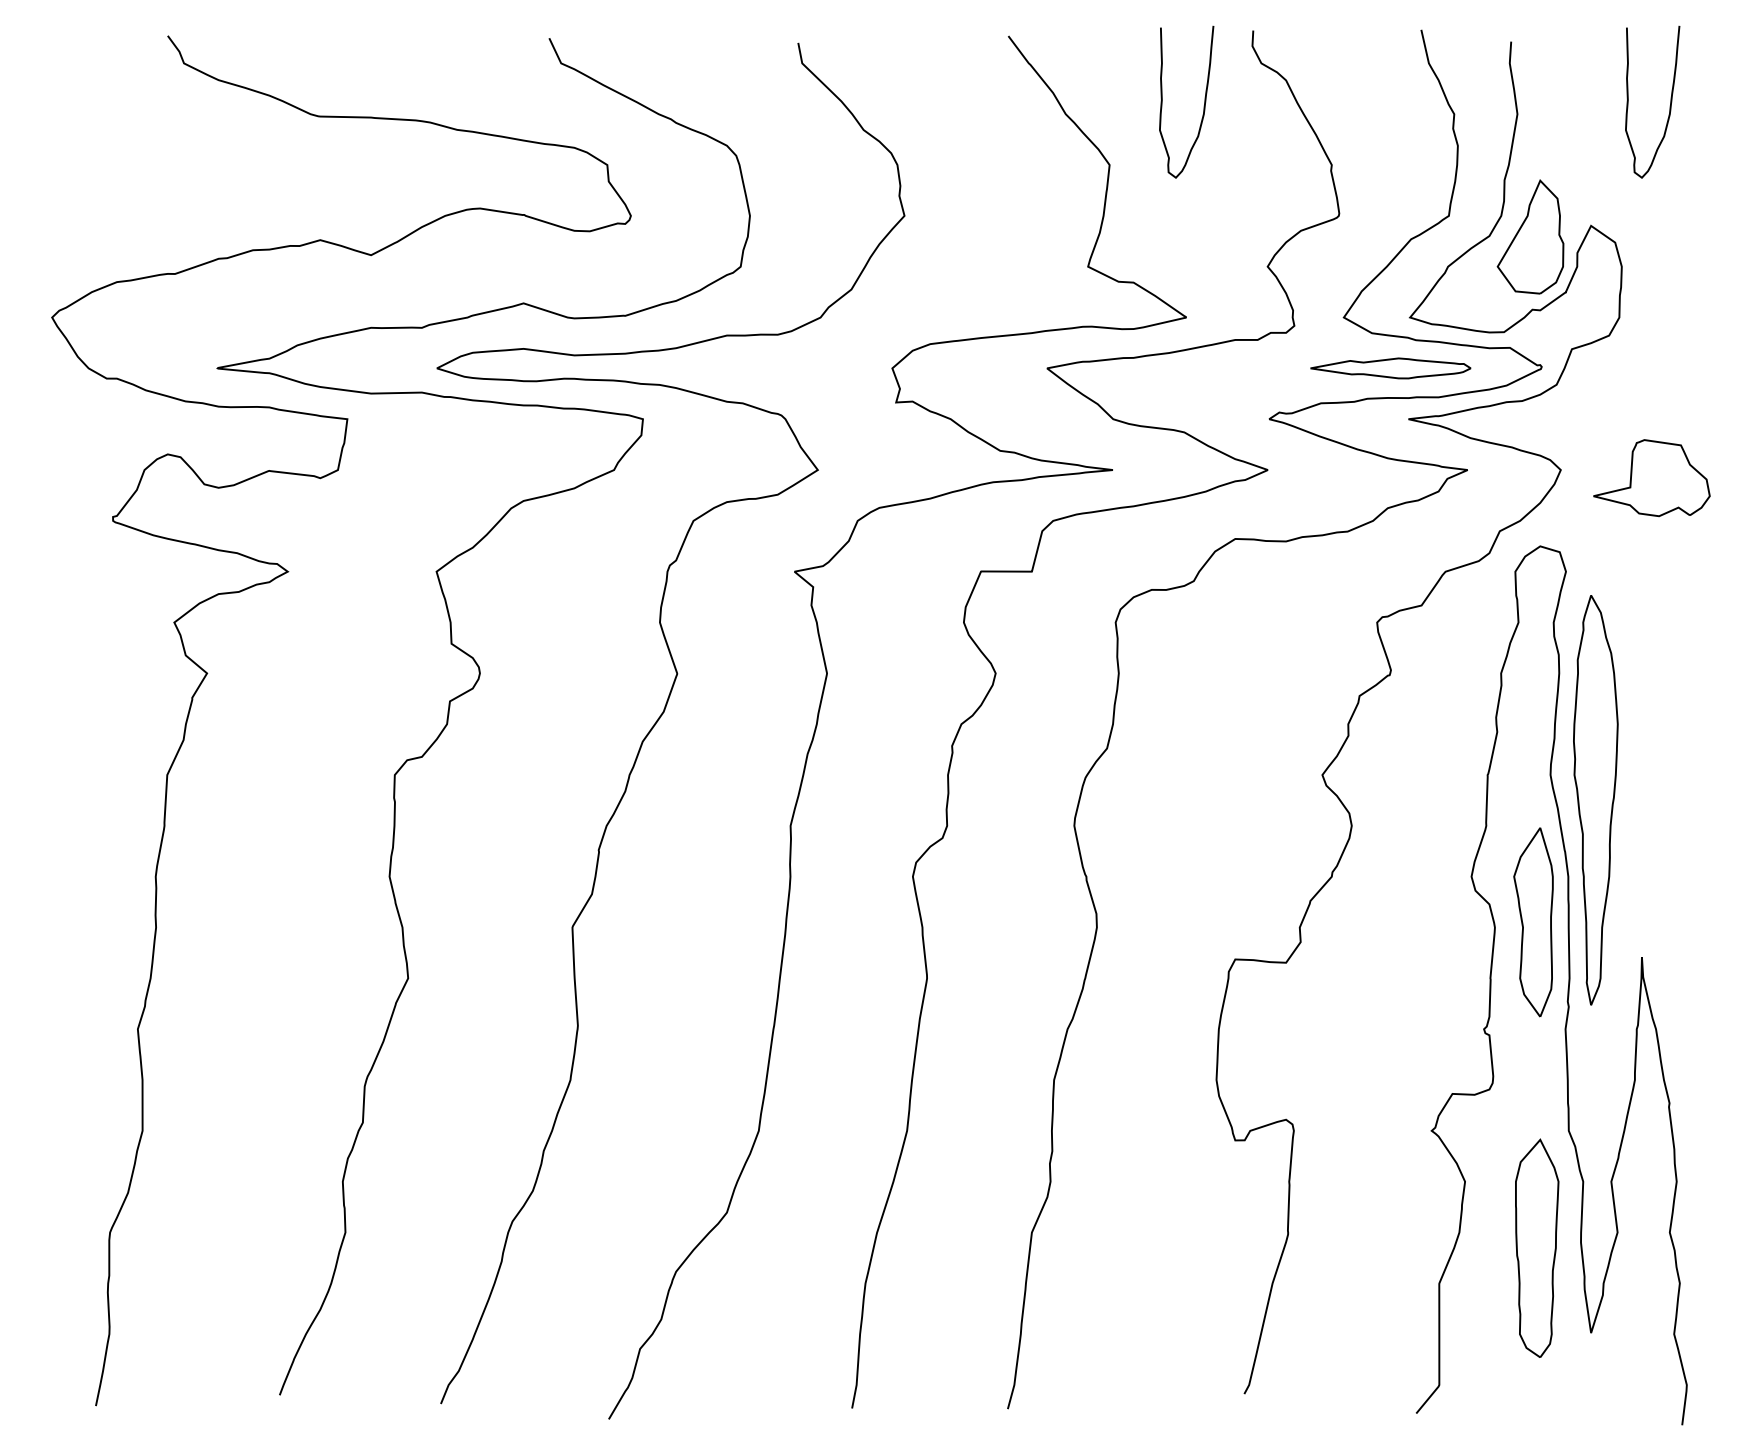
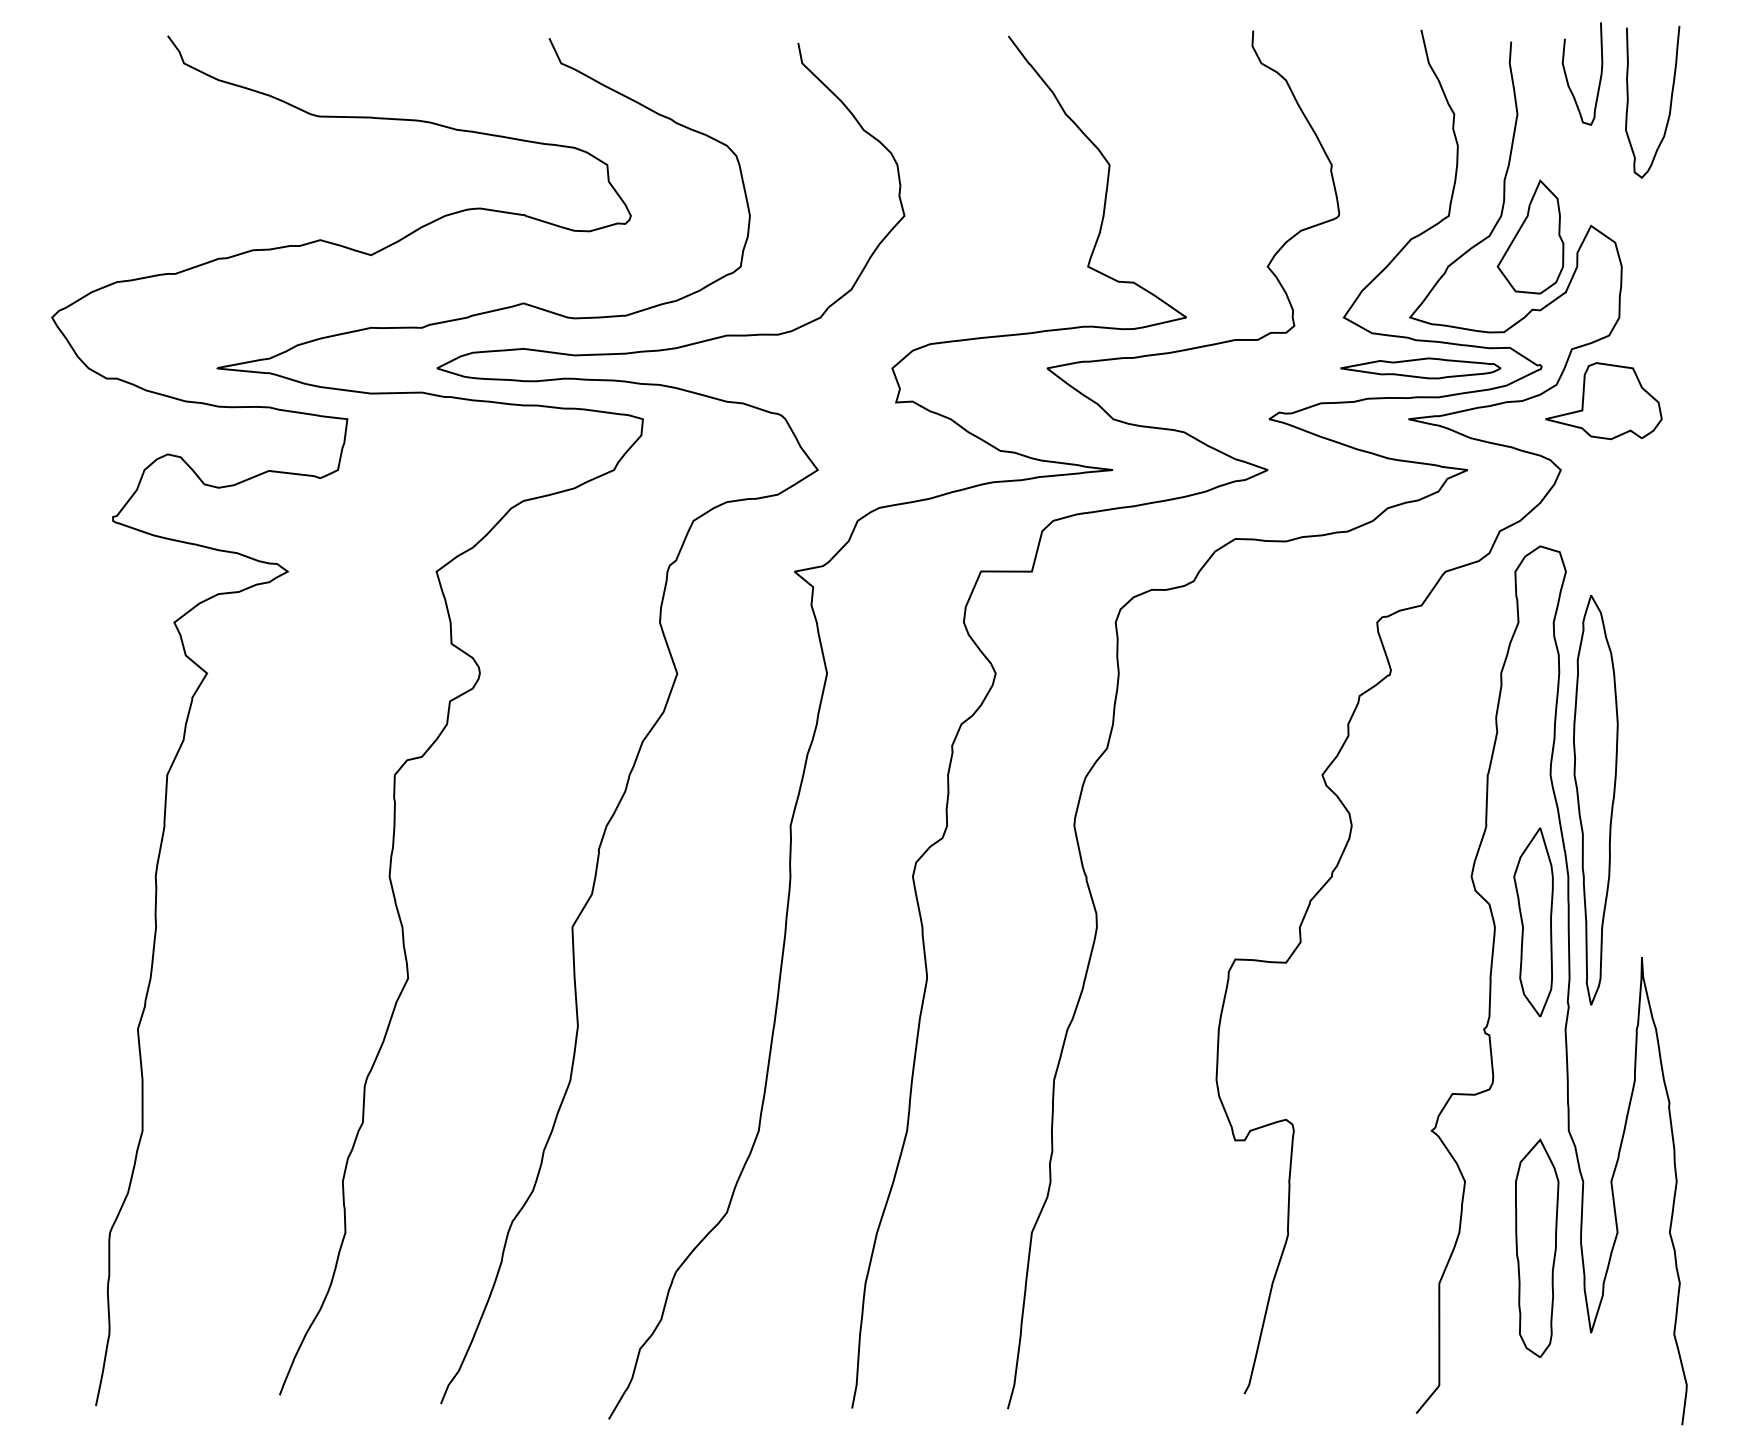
curve at (1567, 77): none -> present
curve at (1203, 106): present -> none
part at (1390, 368) position: (1390, 368) -> (1420, 368)
part at (1651, 478) position: (1651, 478) -> (1603, 401)
